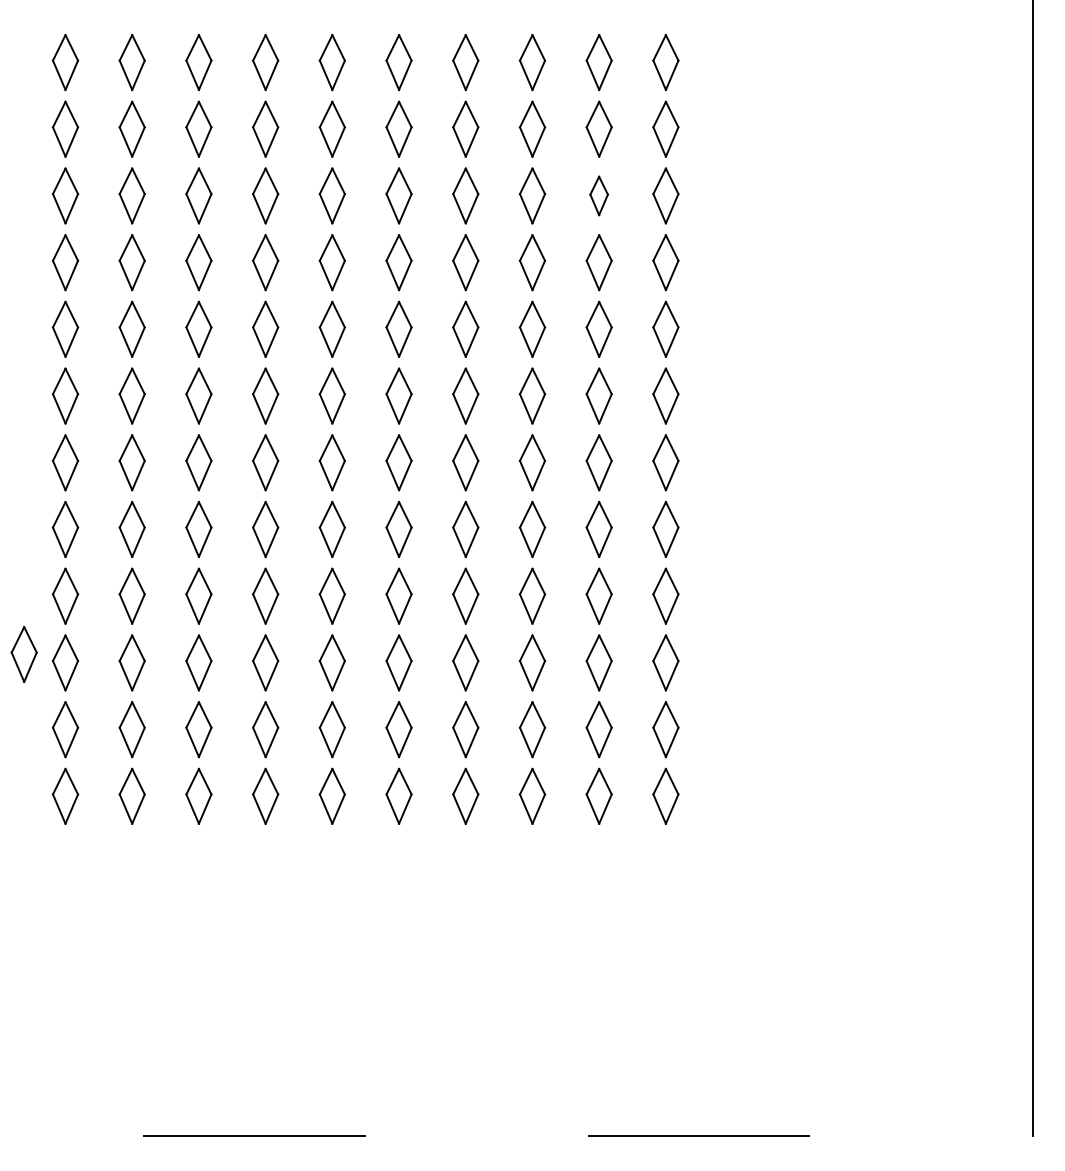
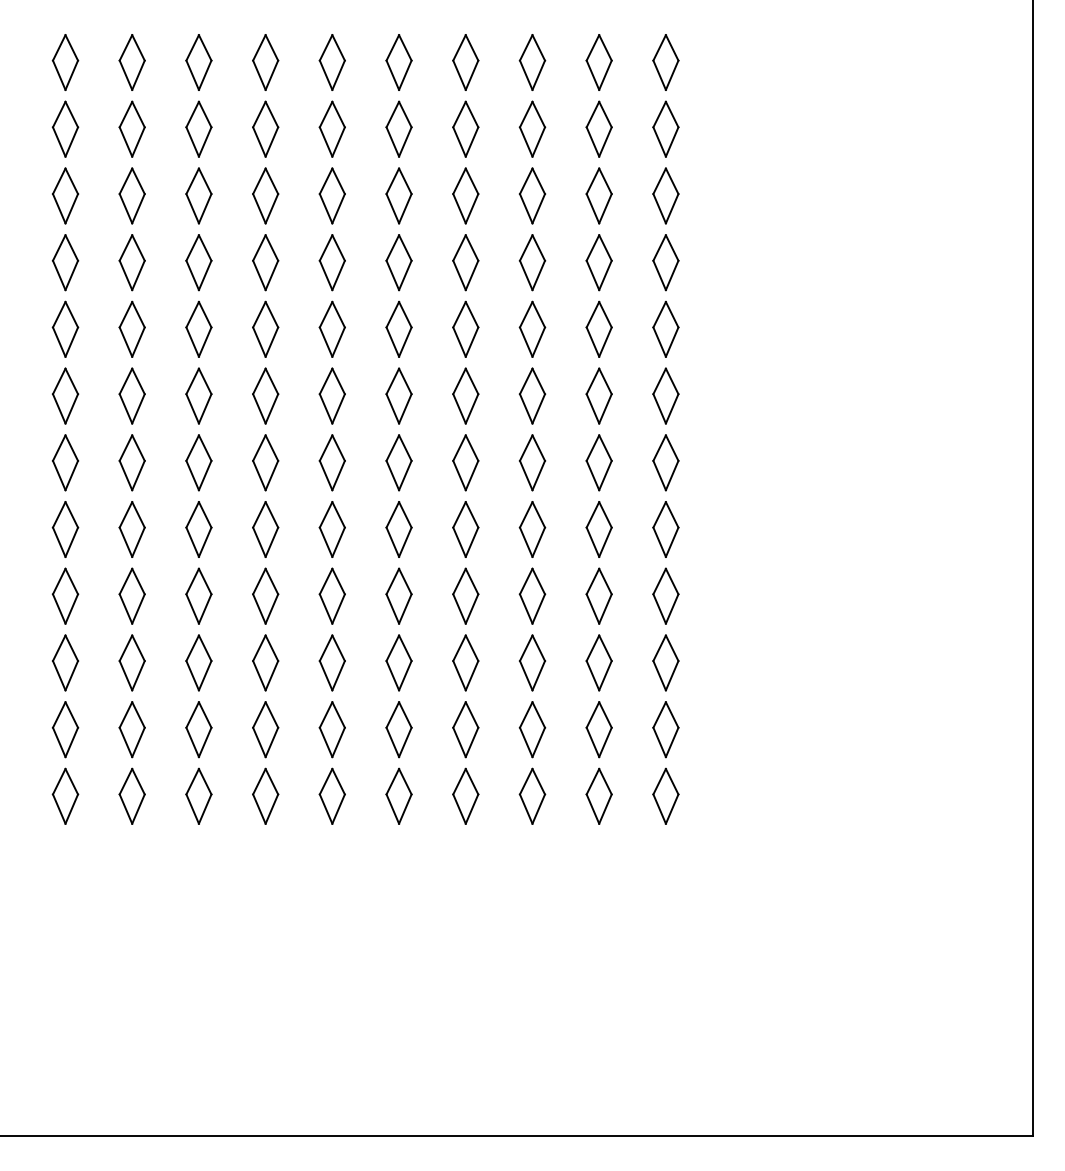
part at (598, 195) size: 20x42 px -> 28x58 px
part at (23, 654): present -> none
line at (516, 1135): dashed -> solid
